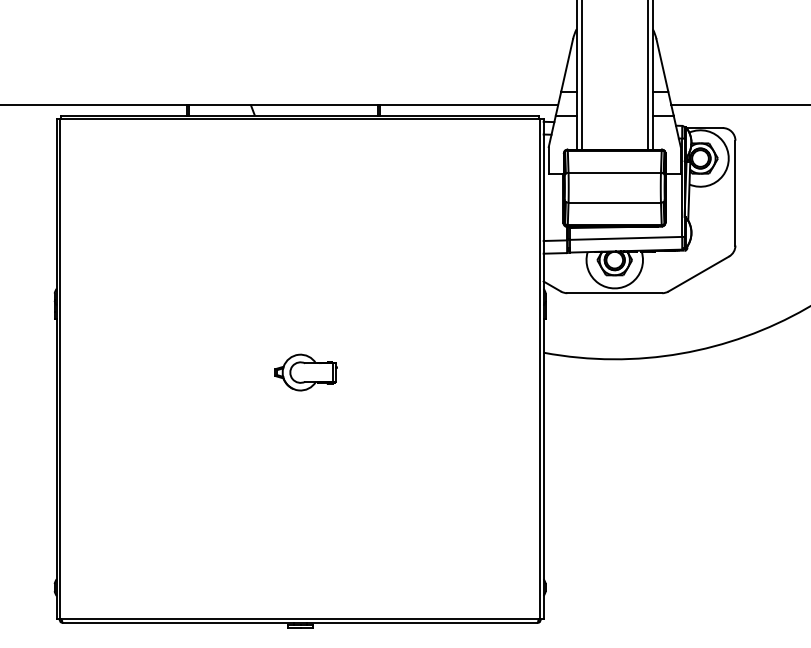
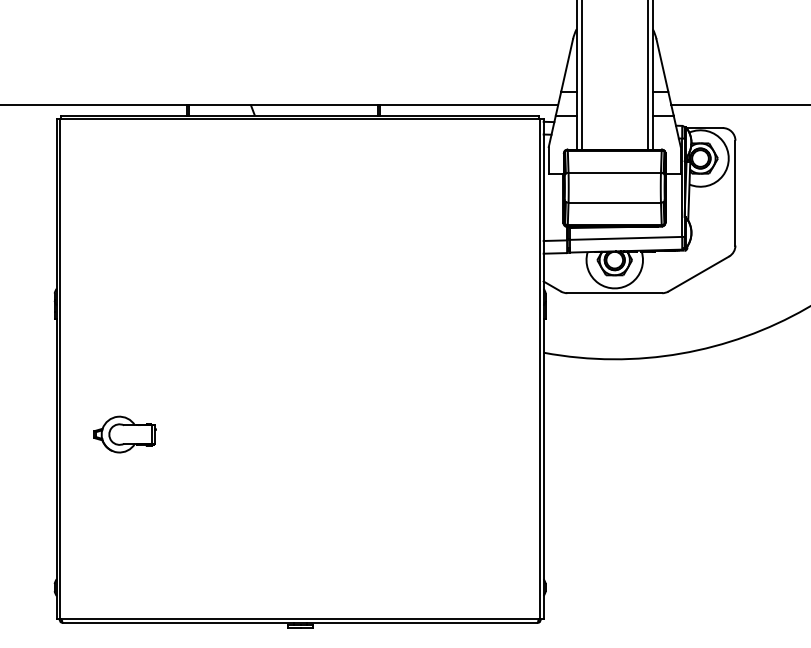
part at (305, 372) position: (305, 372) -> (124, 434)
